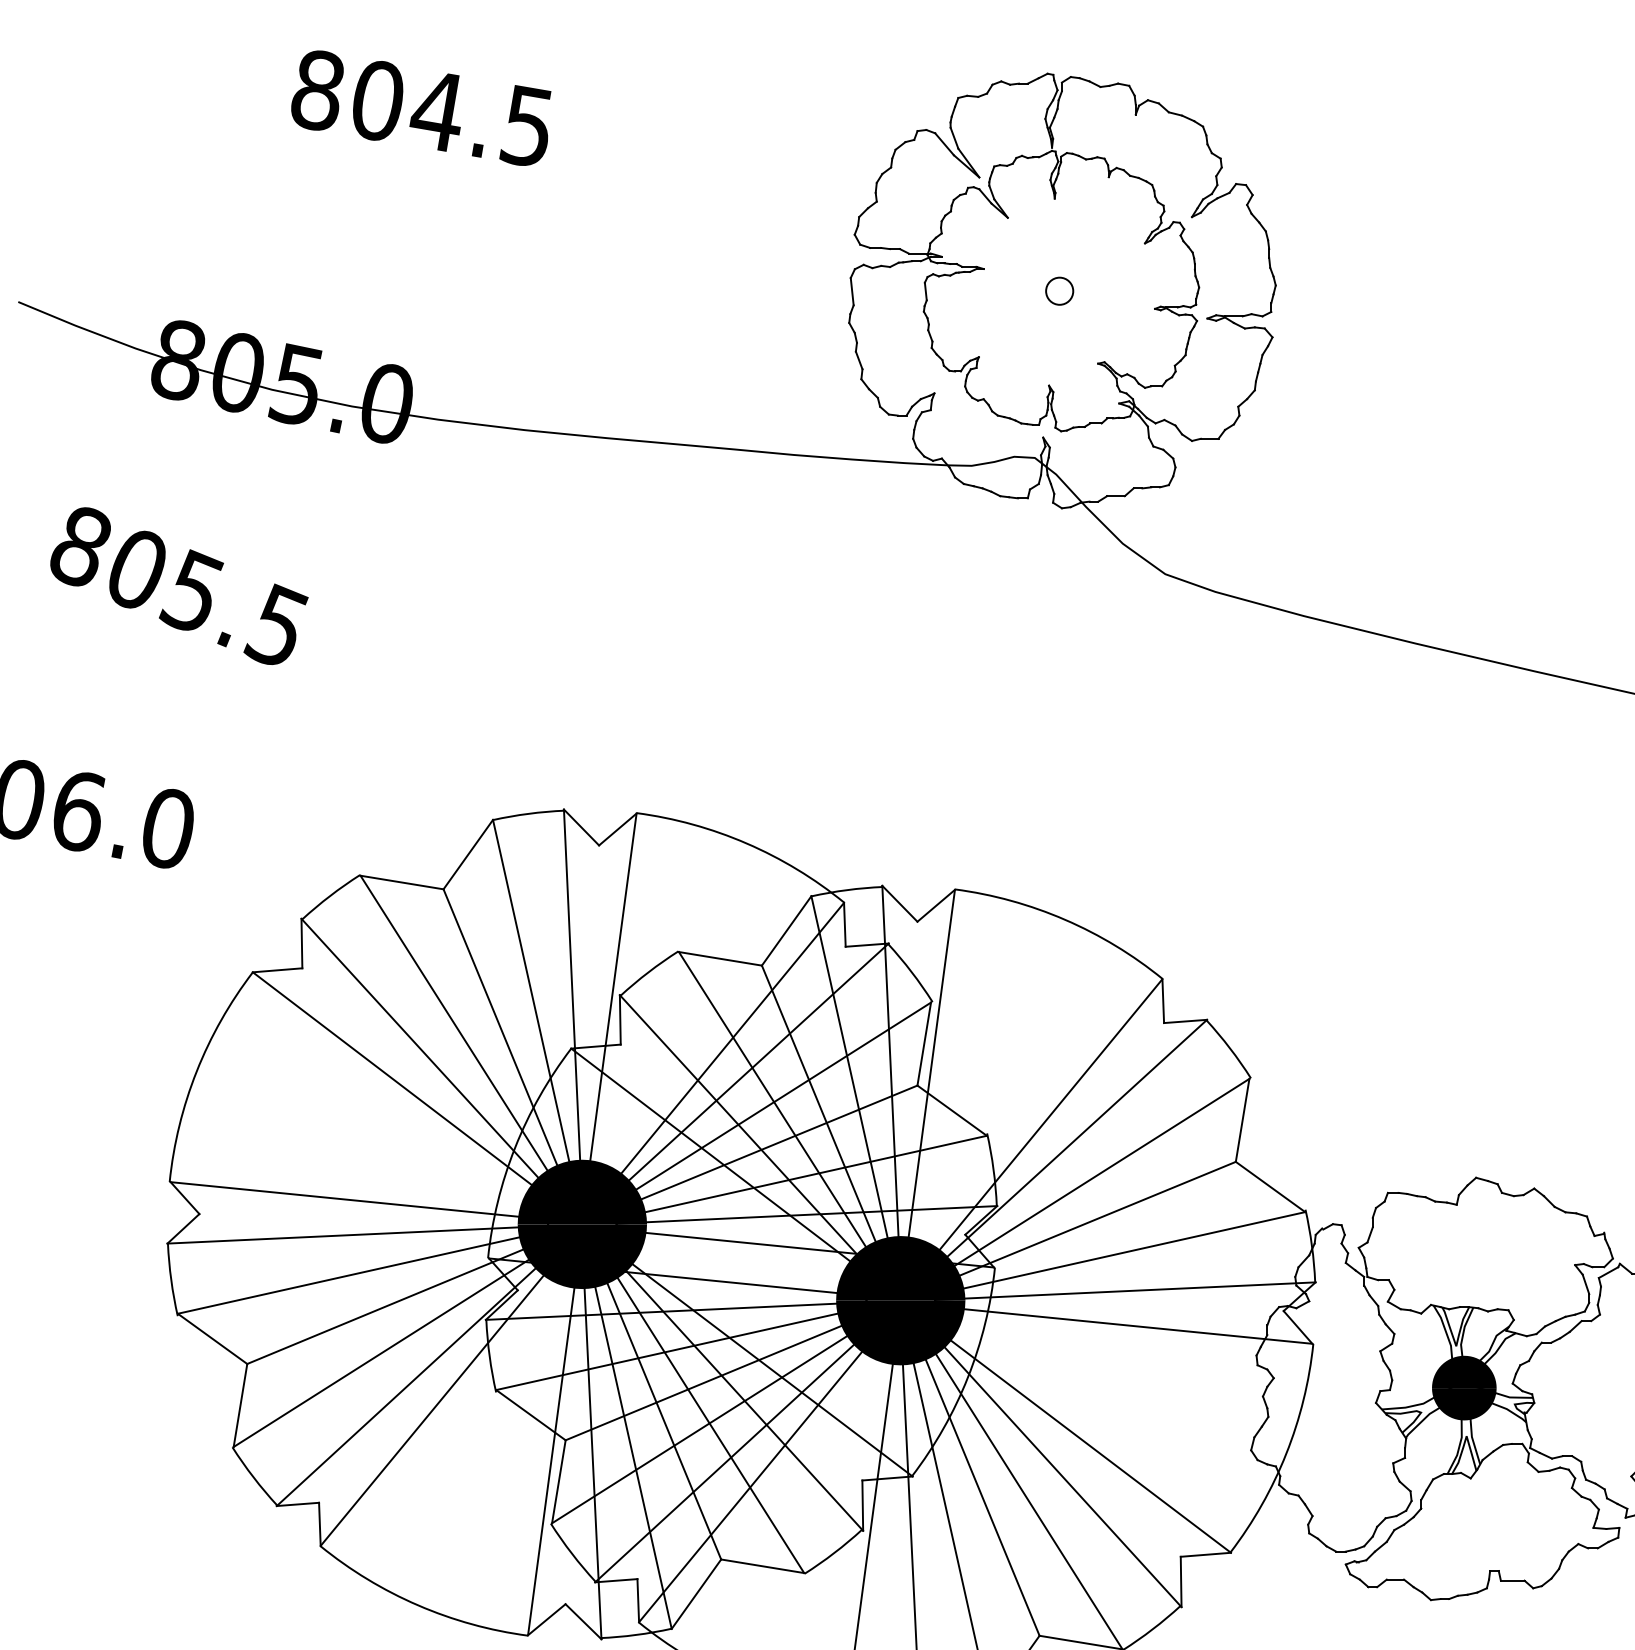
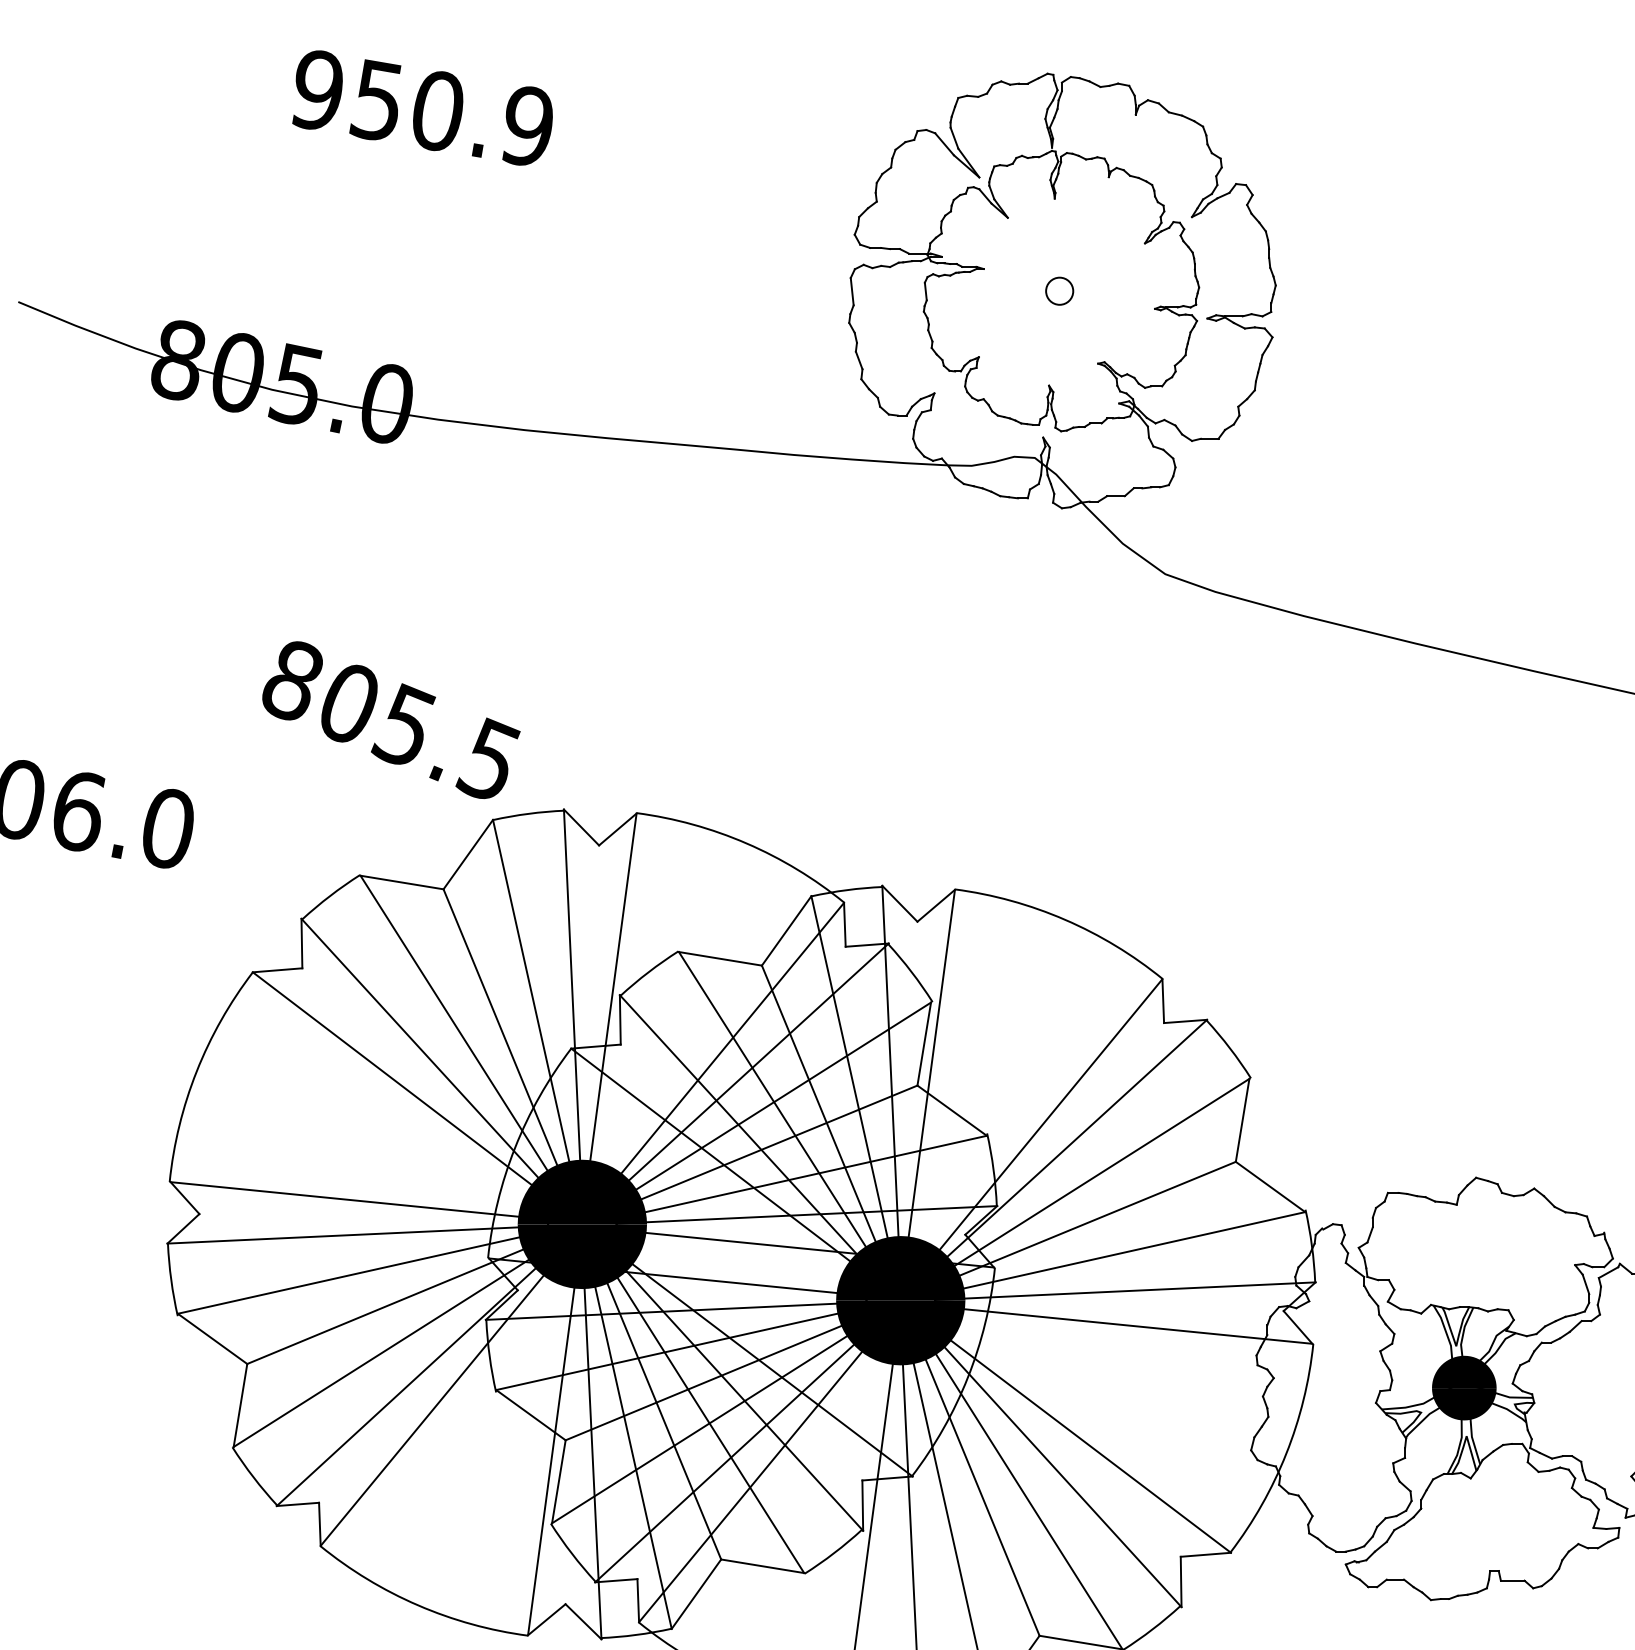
text at (421, 107): 804.5 -> 950.9
text at (179, 585) position: (179, 585) -> (391, 719)
